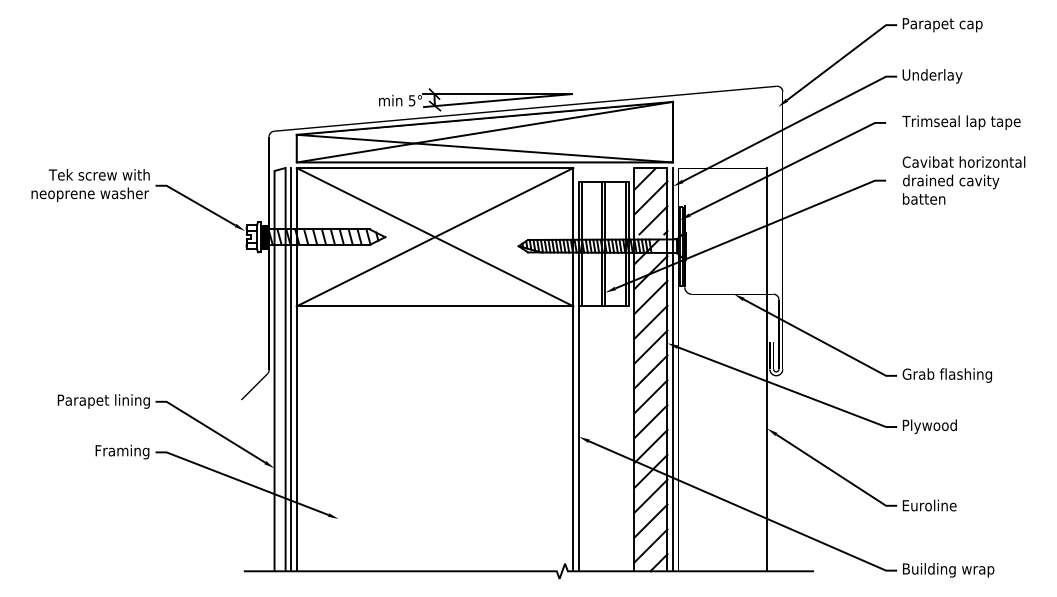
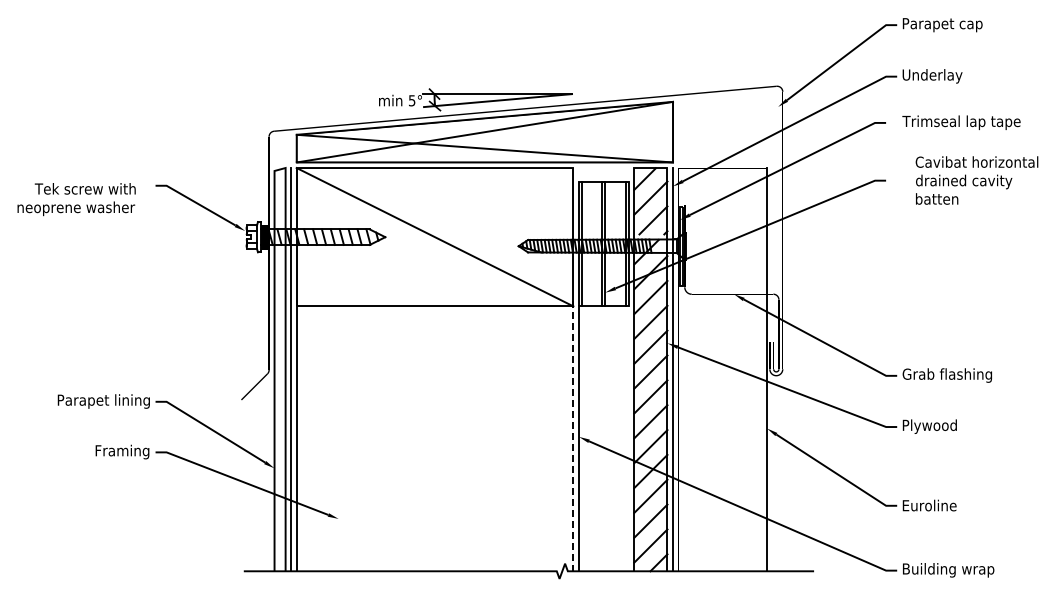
text at (963, 180) position: (963, 180) -> (976, 180)
text at (90, 185) position: (90, 185) -> (76, 199)
line at (434, 237): present -> none
line at (573, 436): solid -> dashed
